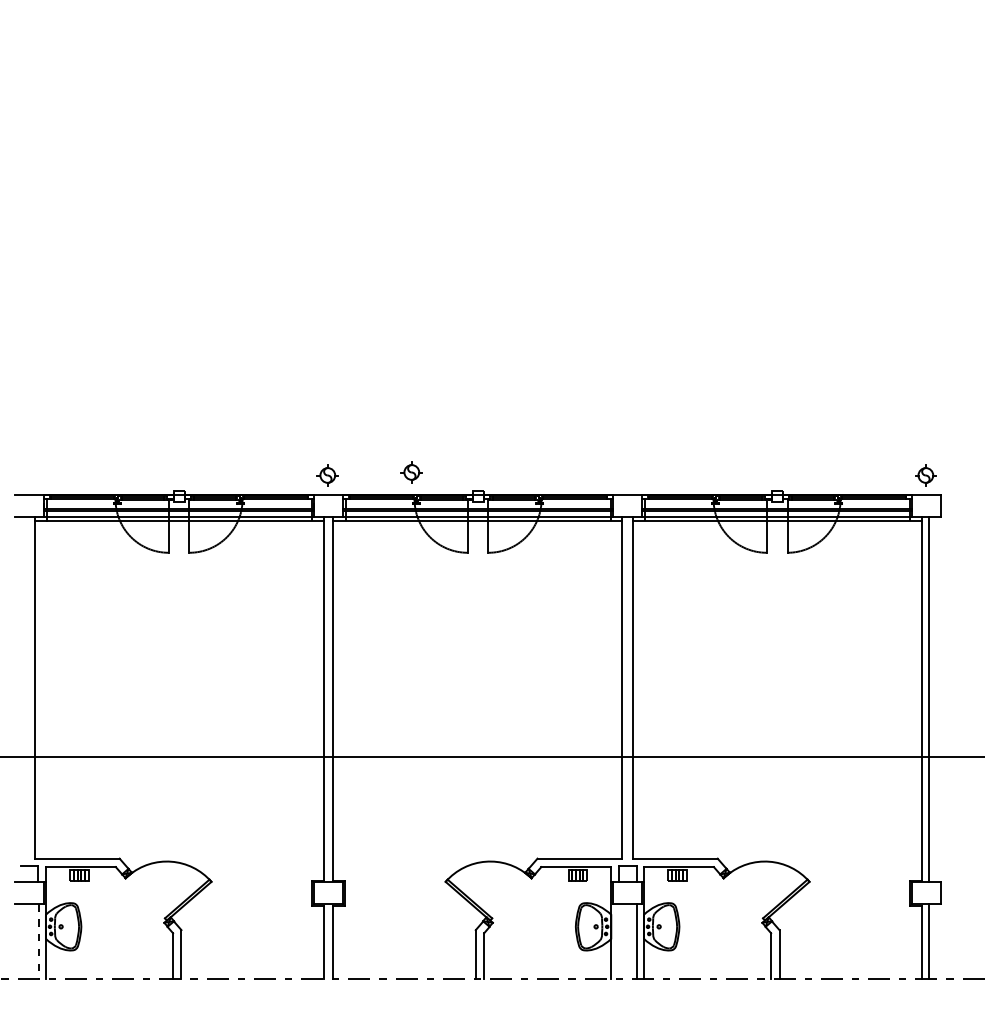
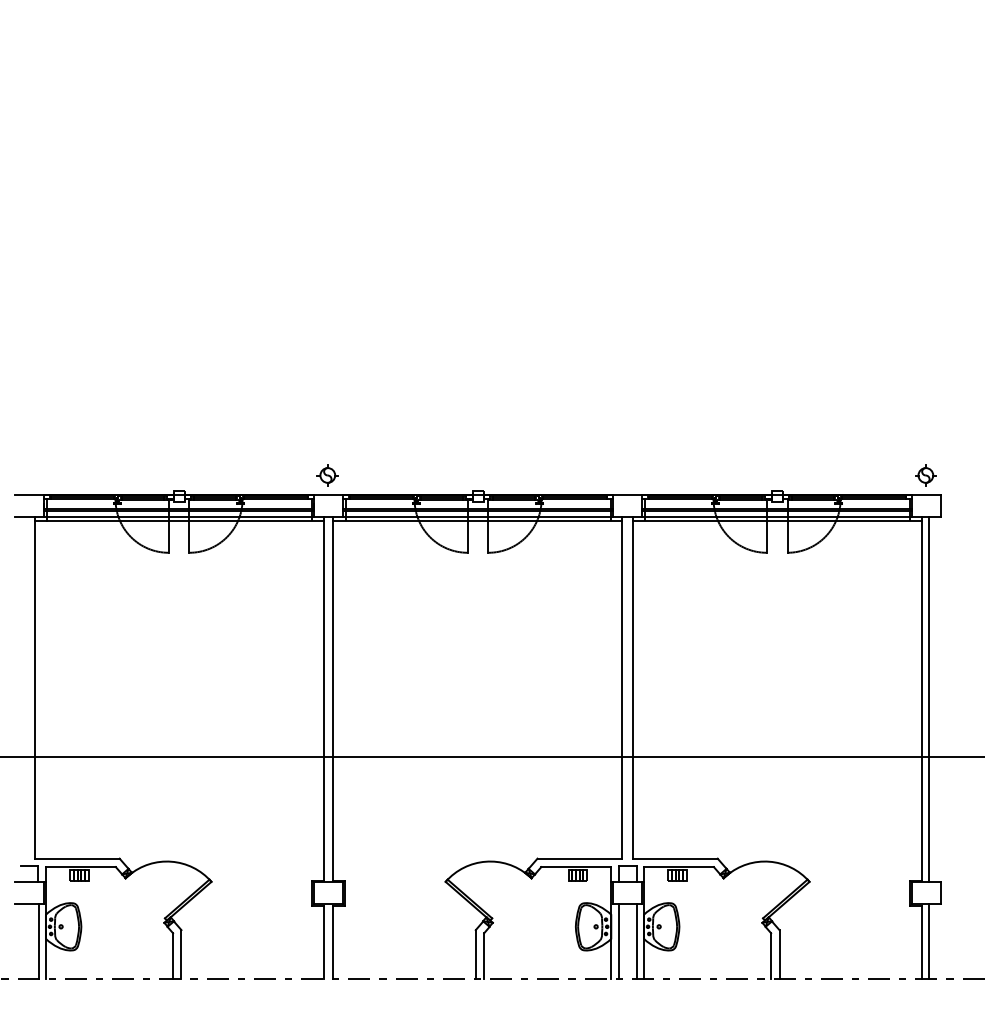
part at (411, 472): present -> none
line at (618, 941): none -> present
line at (38, 942): dashed -> solid
